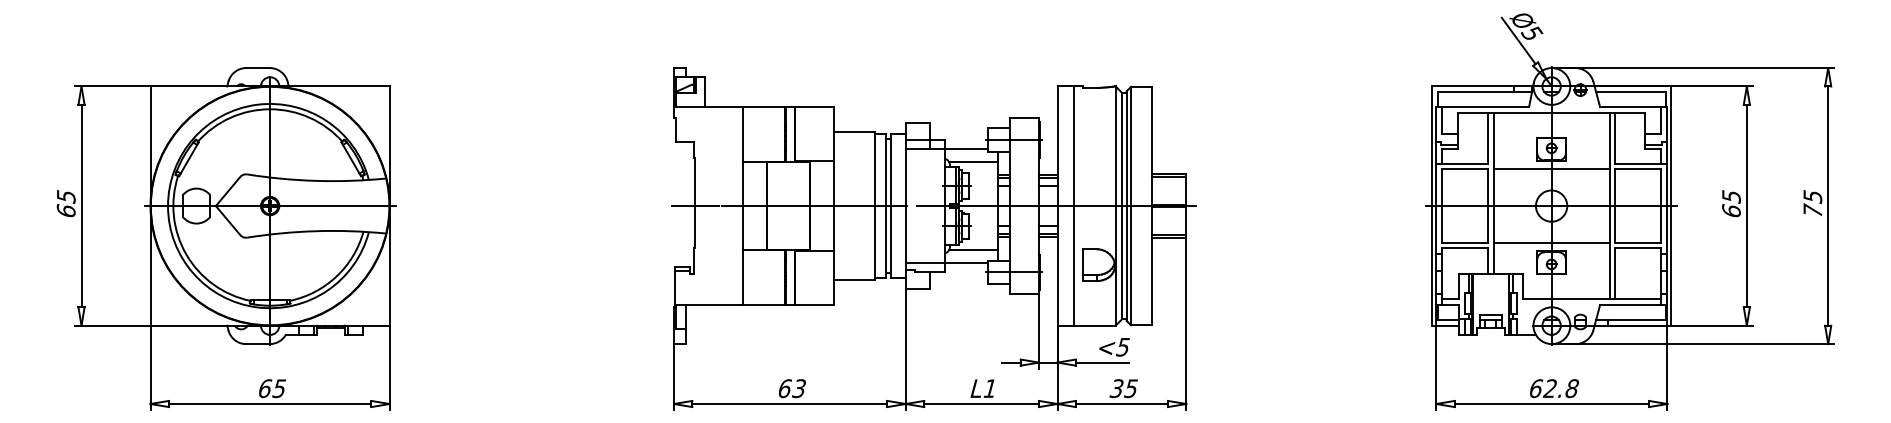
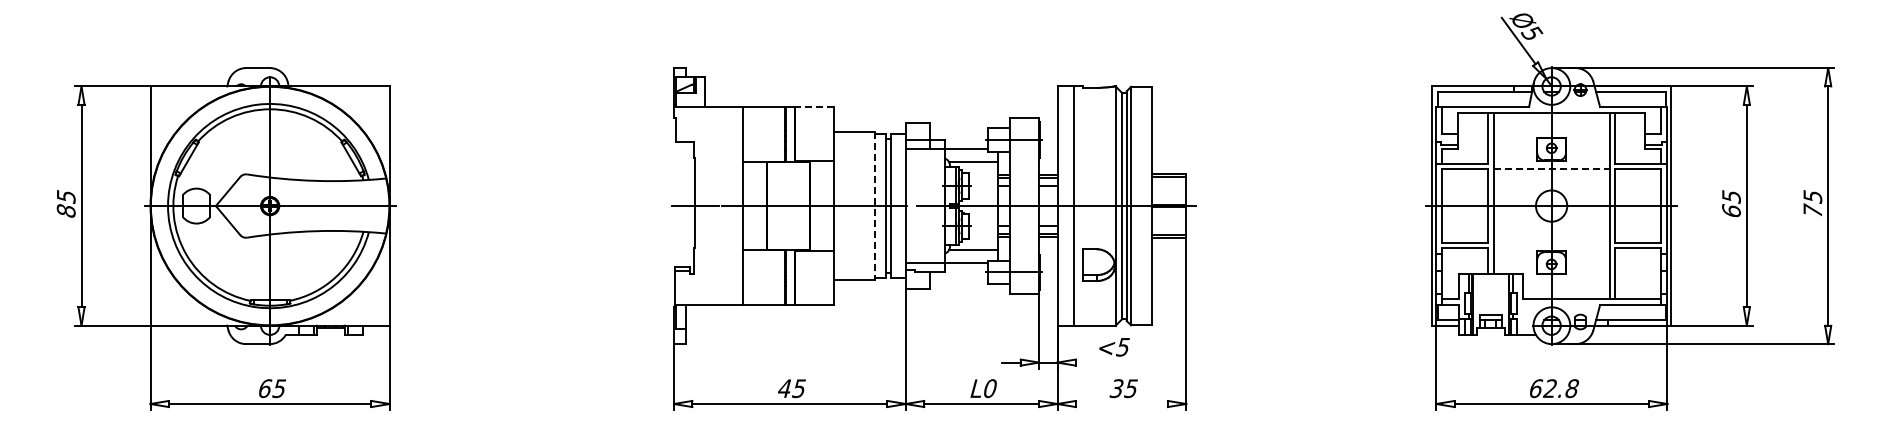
line at (813, 106): solid -> dashed
line at (1551, 169): solid -> dashed
line at (875, 206): solid -> dashed
text at (65, 210): 65 -> 85
line at (1551, 242): present -> none
line at (1101, 362): present -> none
text at (791, 388): 63 -> 45
text at (989, 388): L1 -> L0
line at (1121, 404): present -> none
